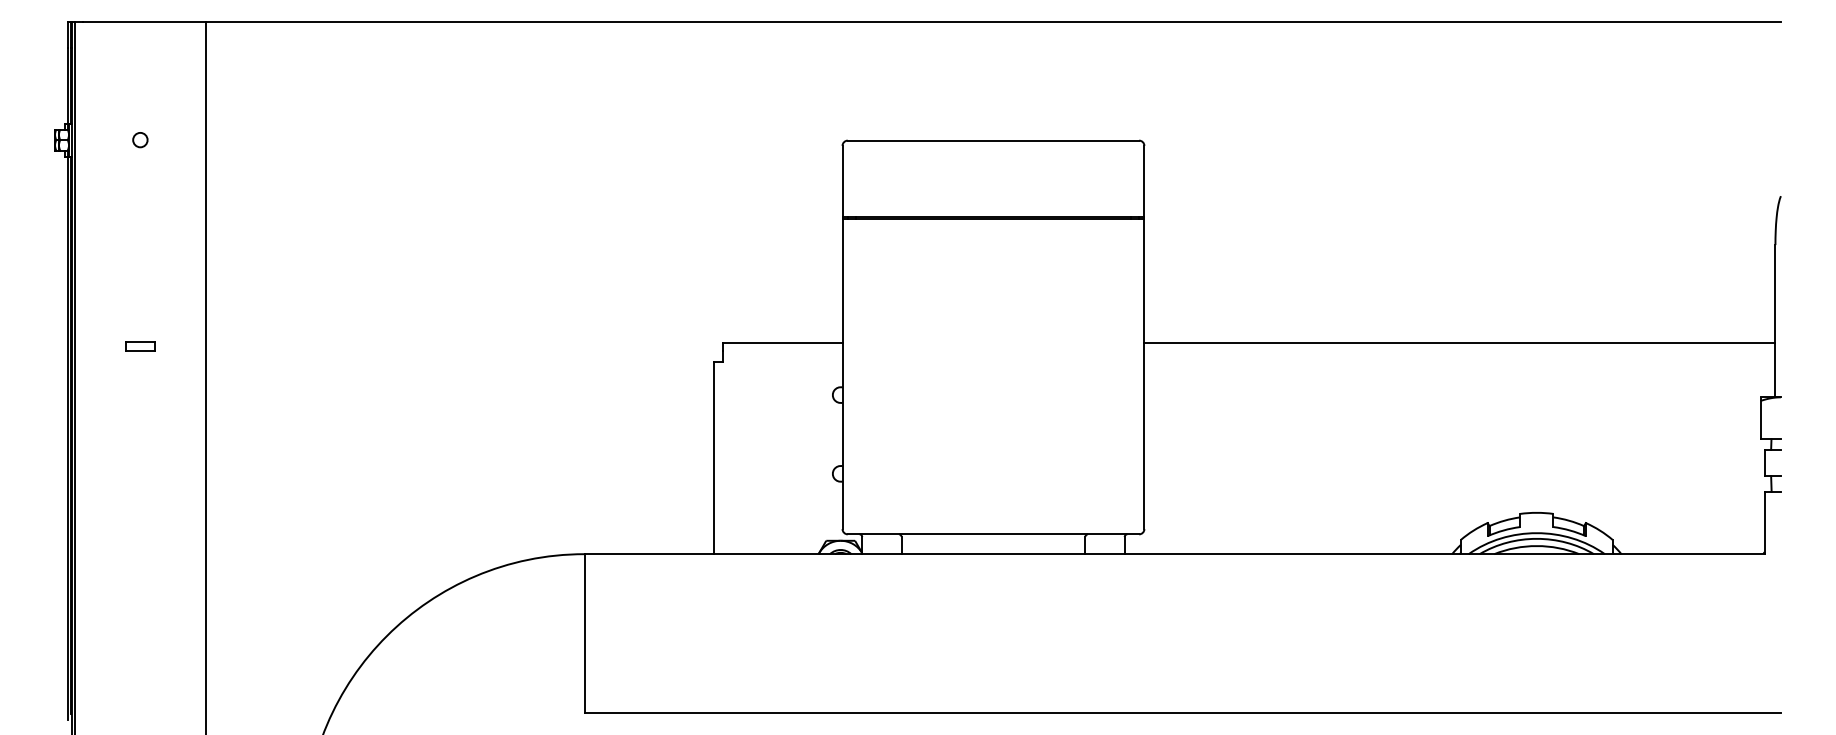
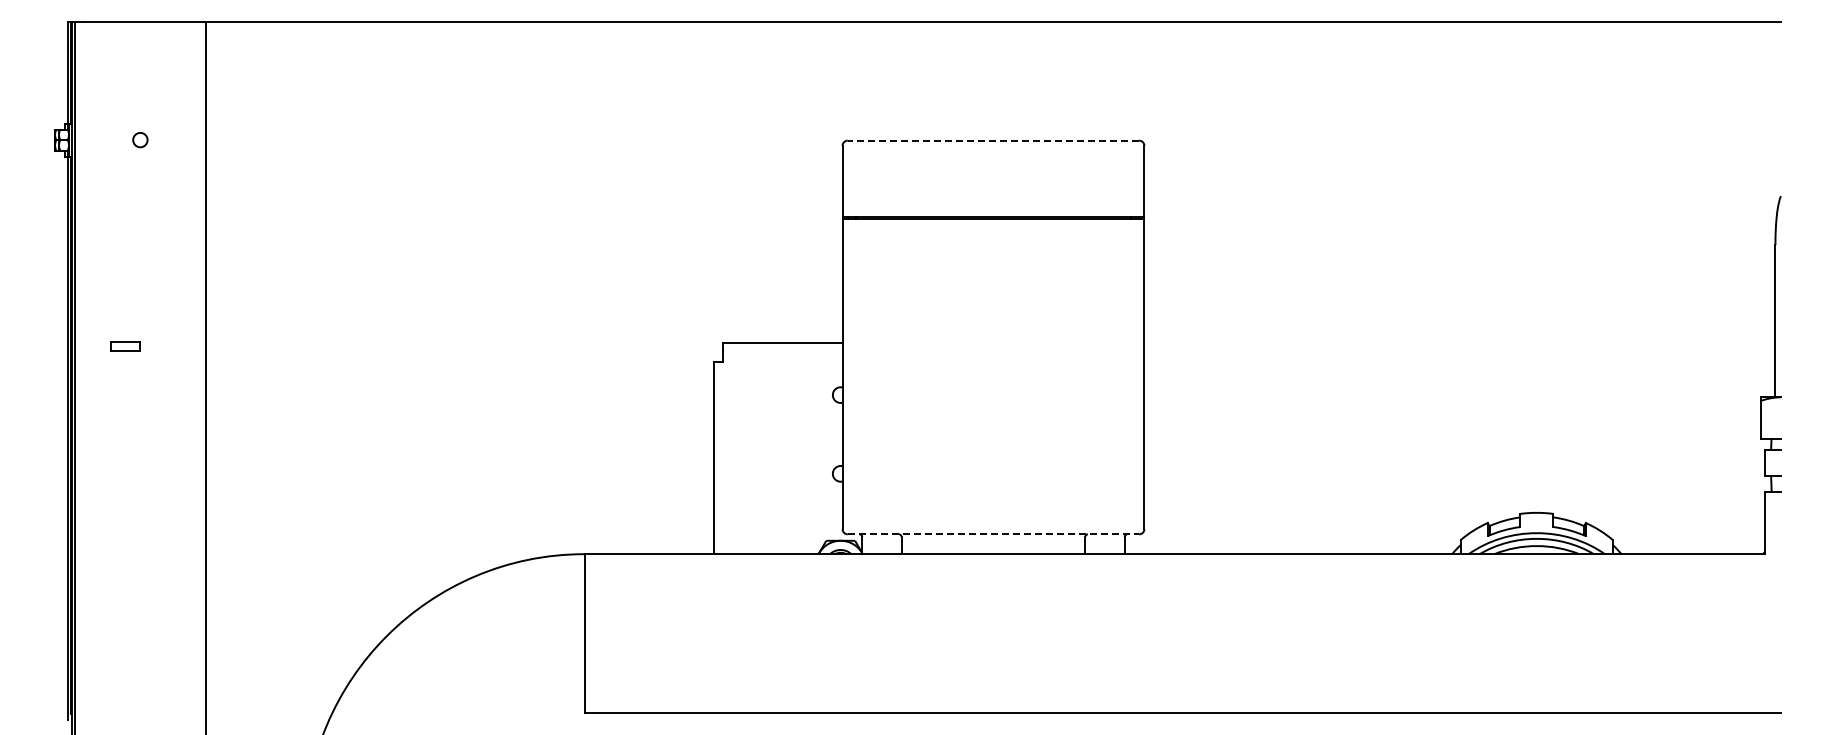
line at (993, 140): solid -> dashed
line at (1459, 342): present -> none
part at (140, 346) position: (140, 346) -> (125, 346)
line at (993, 534): solid -> dashed
